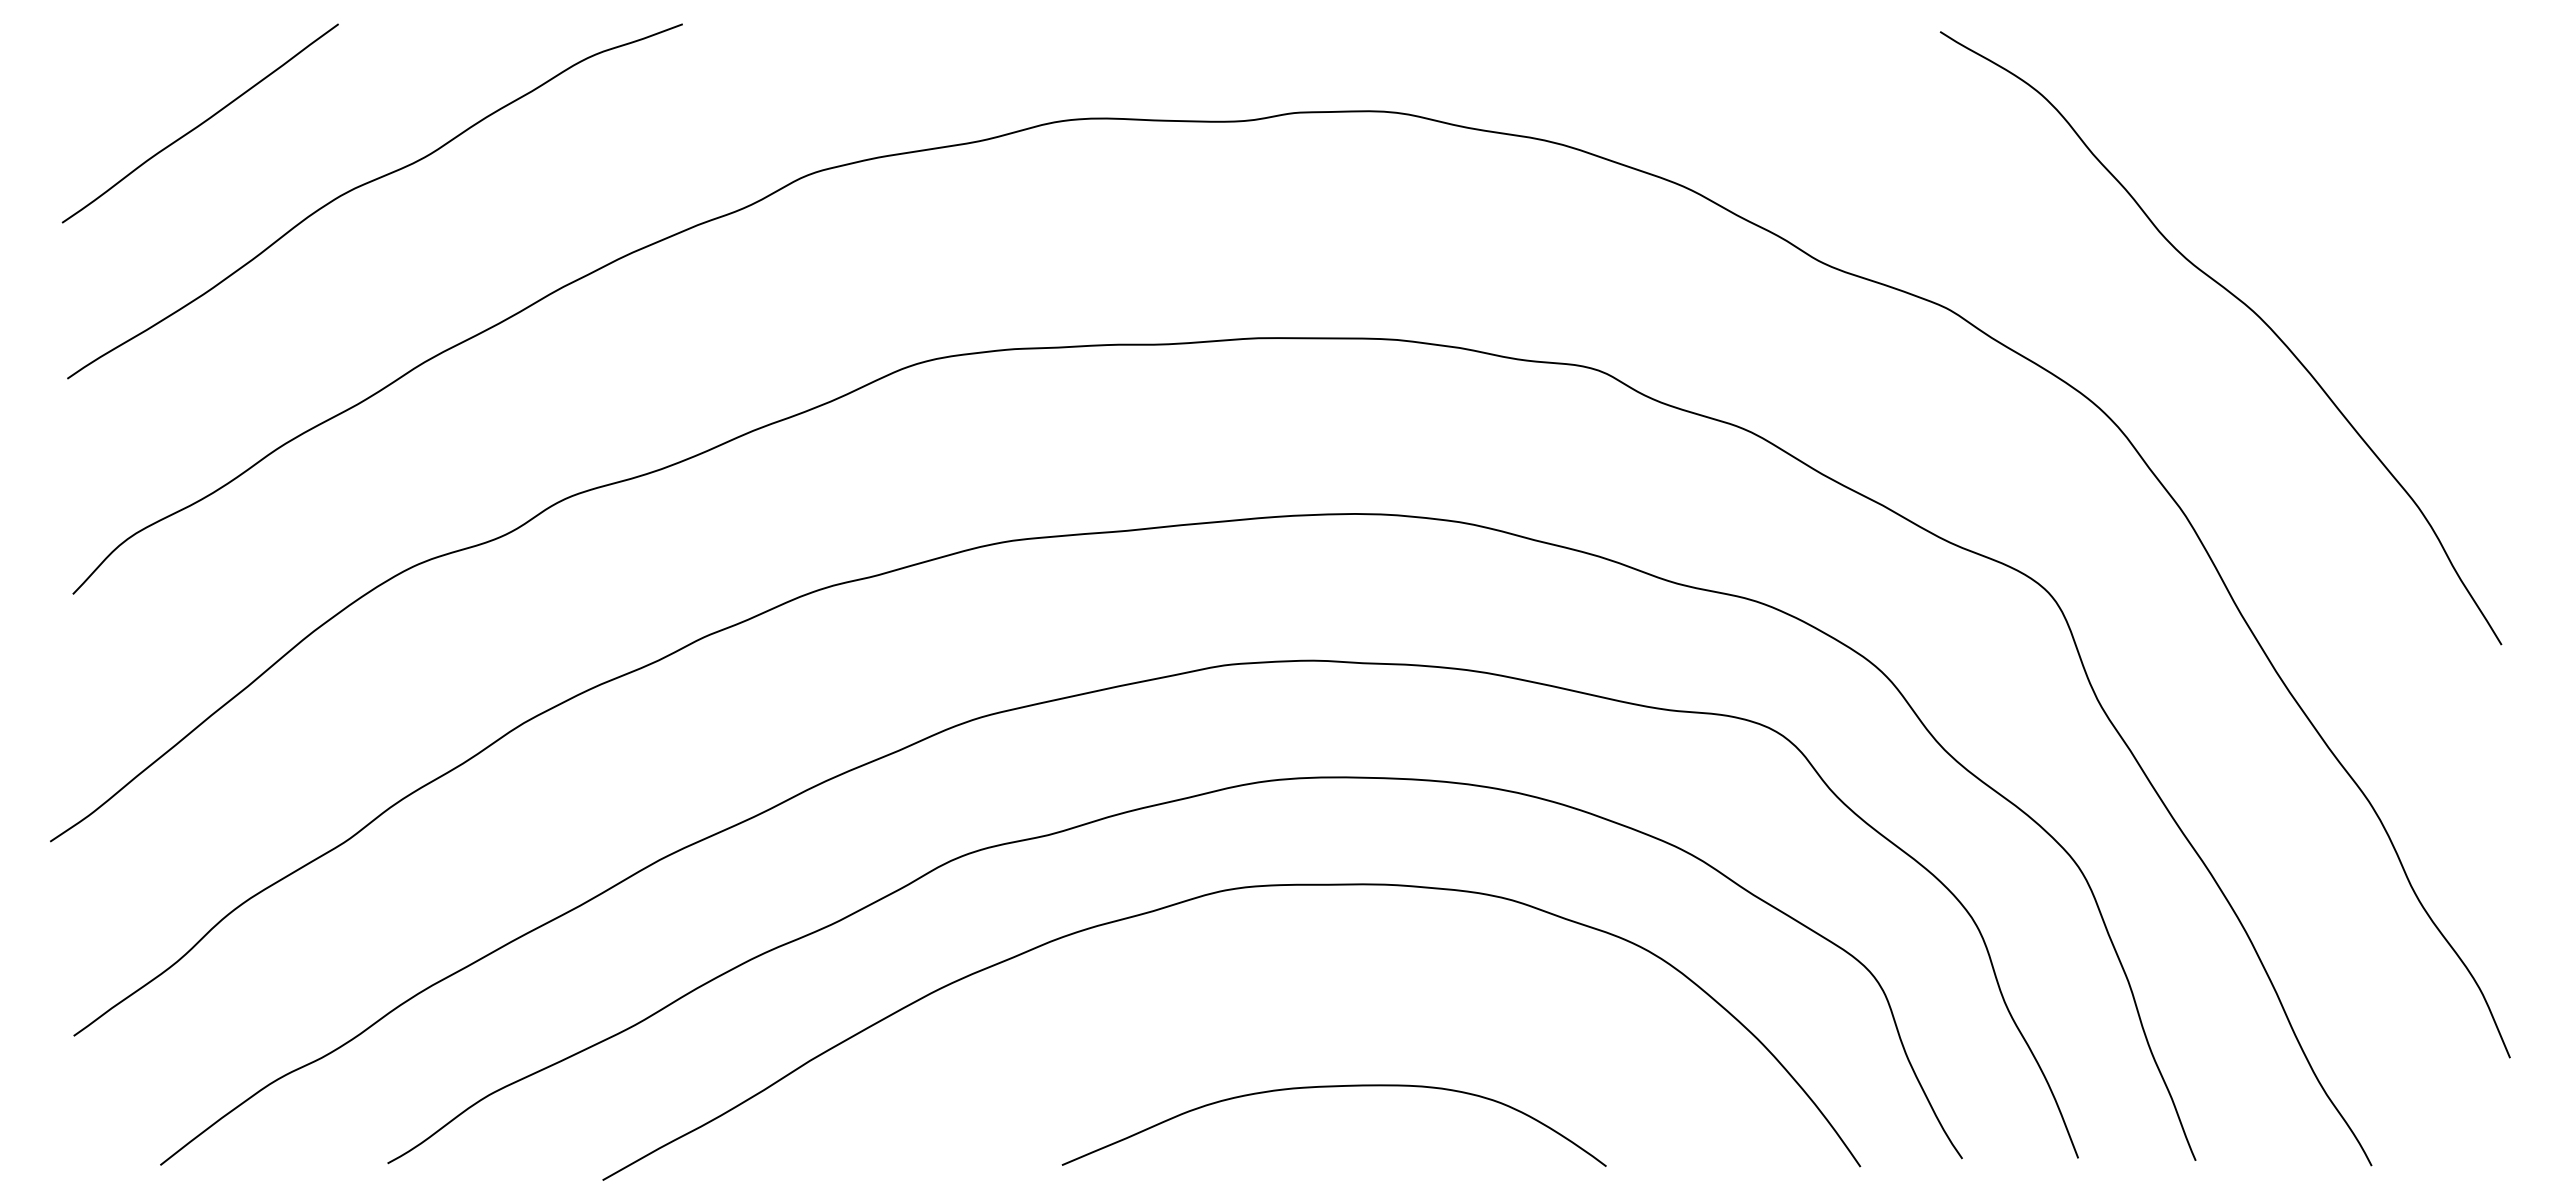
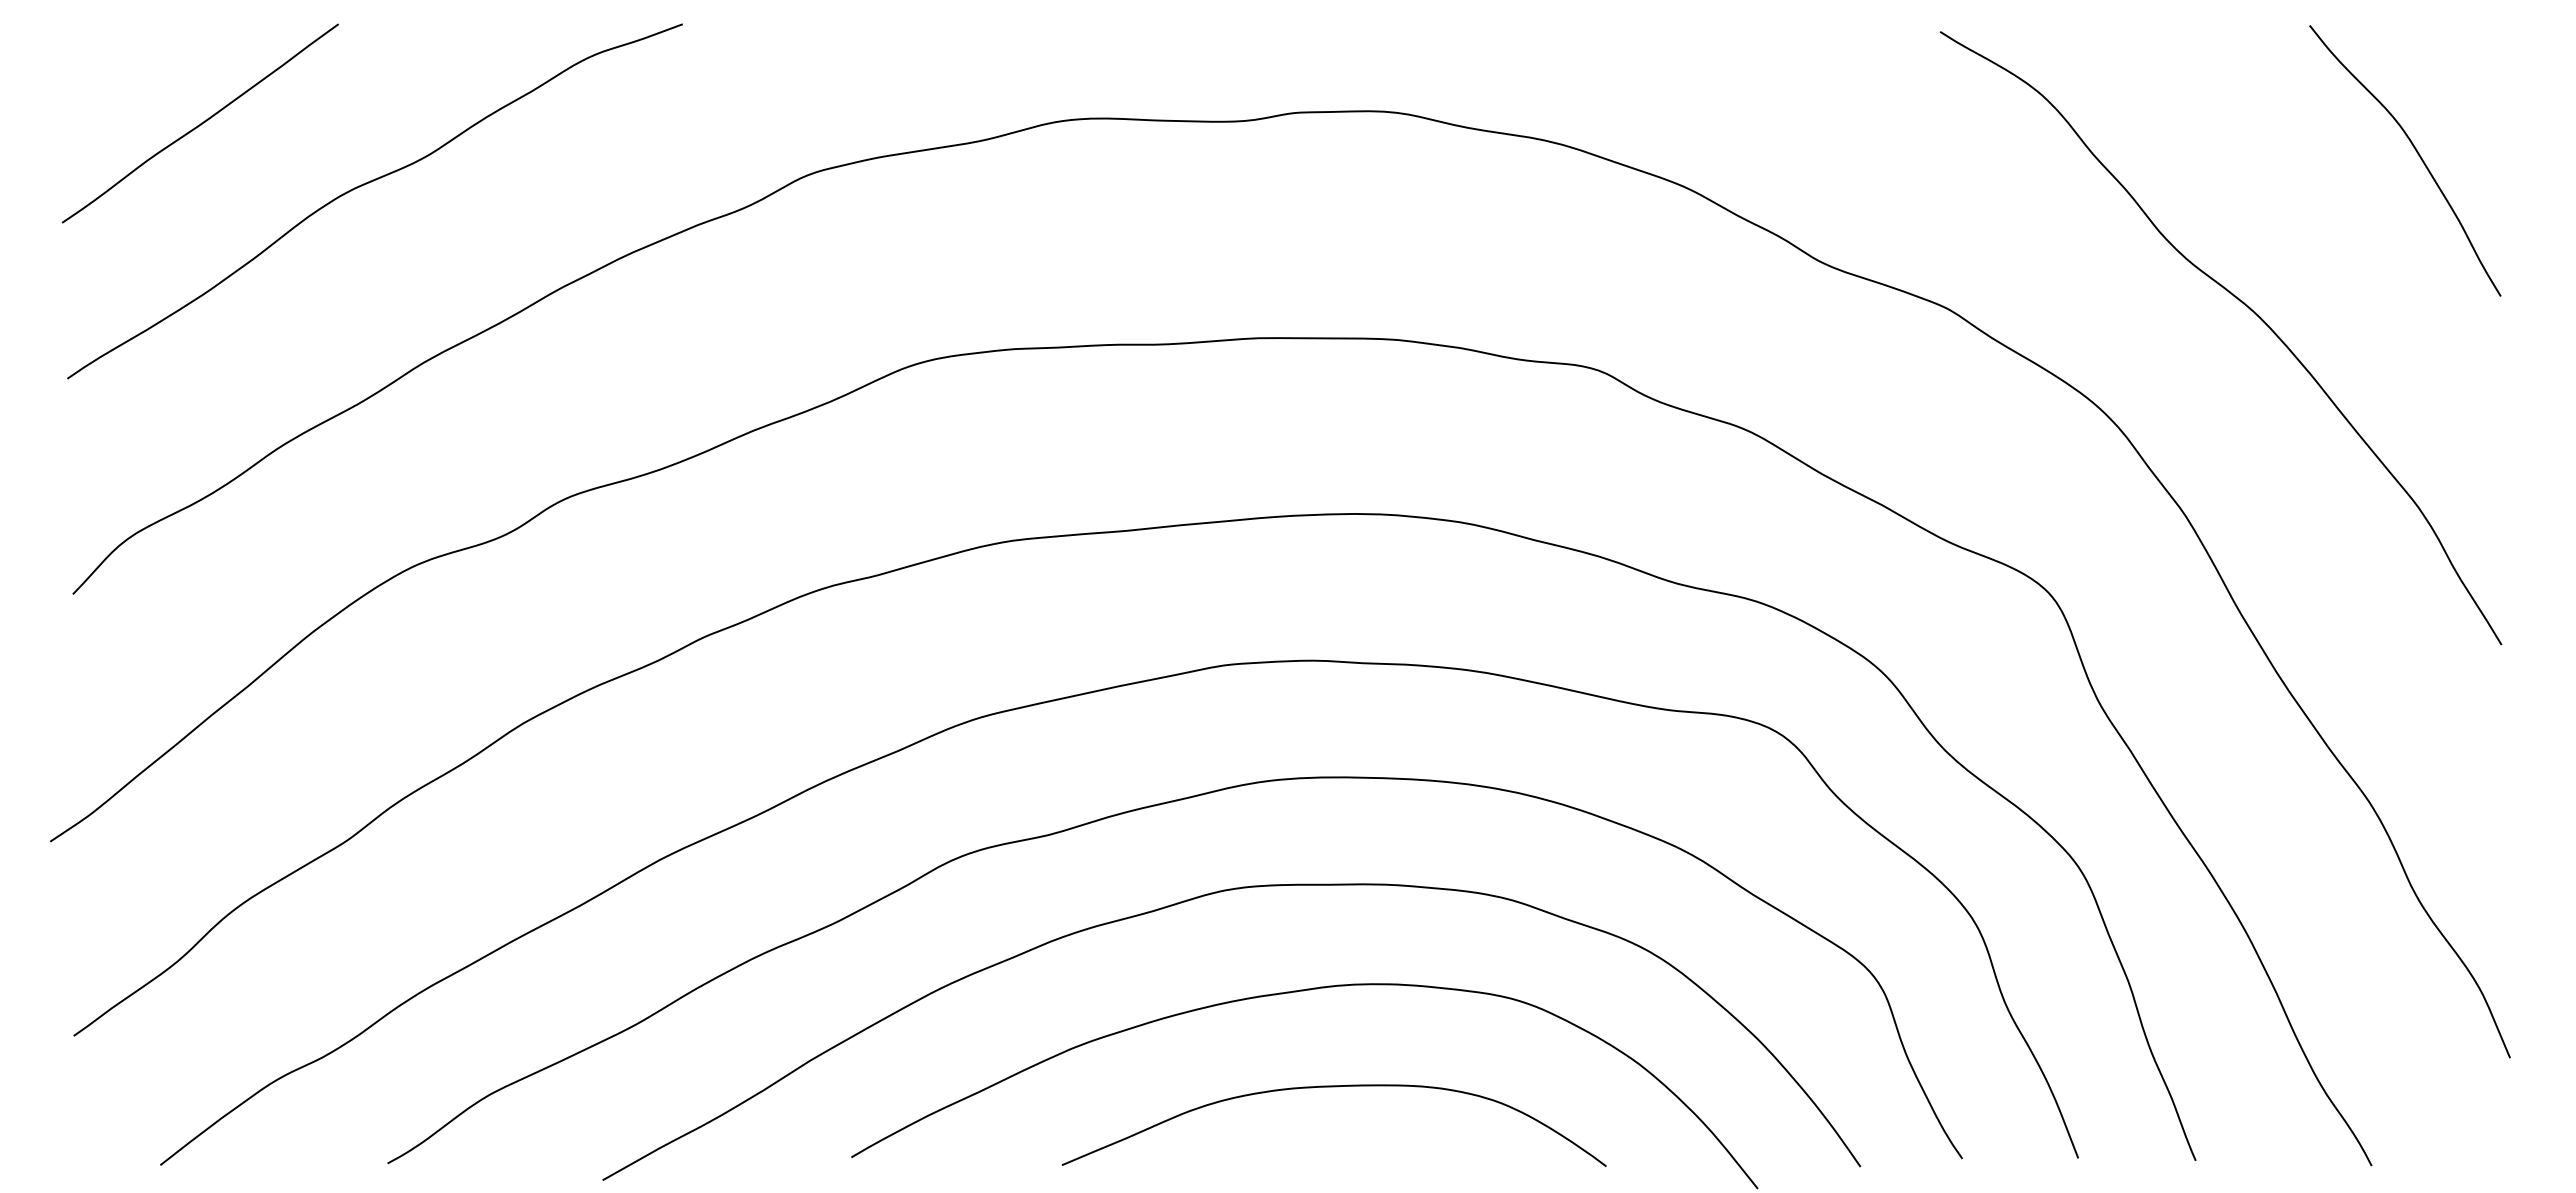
curve at (2417, 154): none -> present
curve at (1290, 993): none -> present
